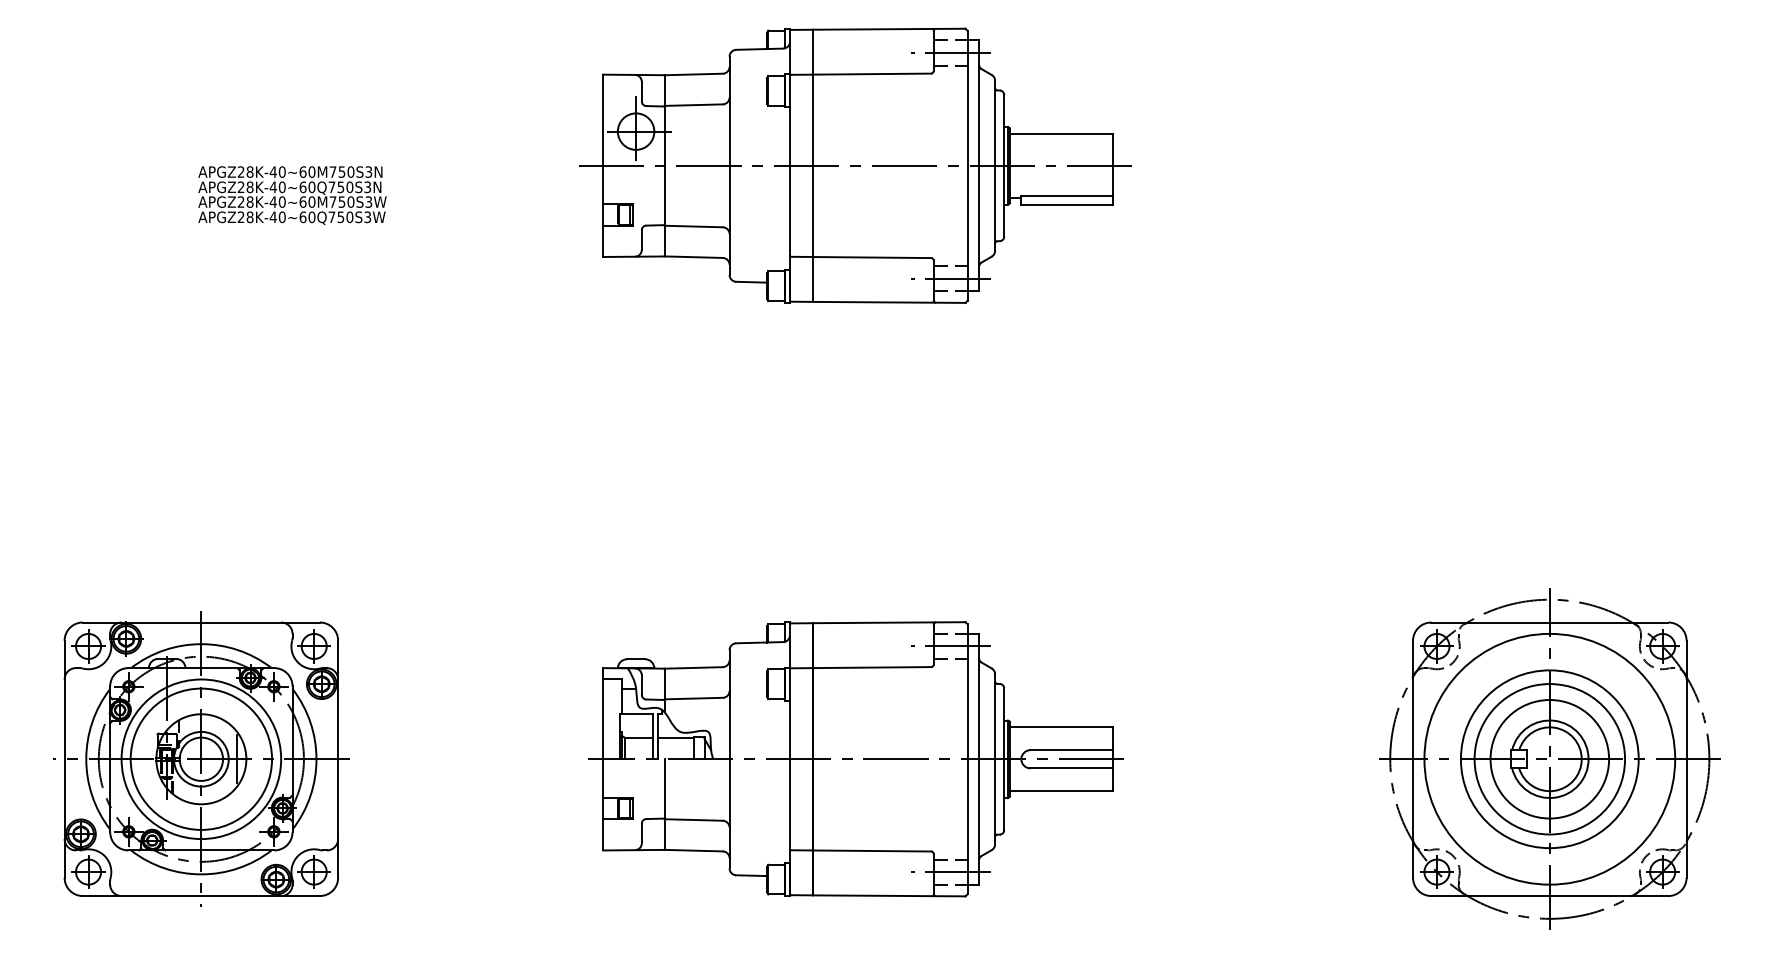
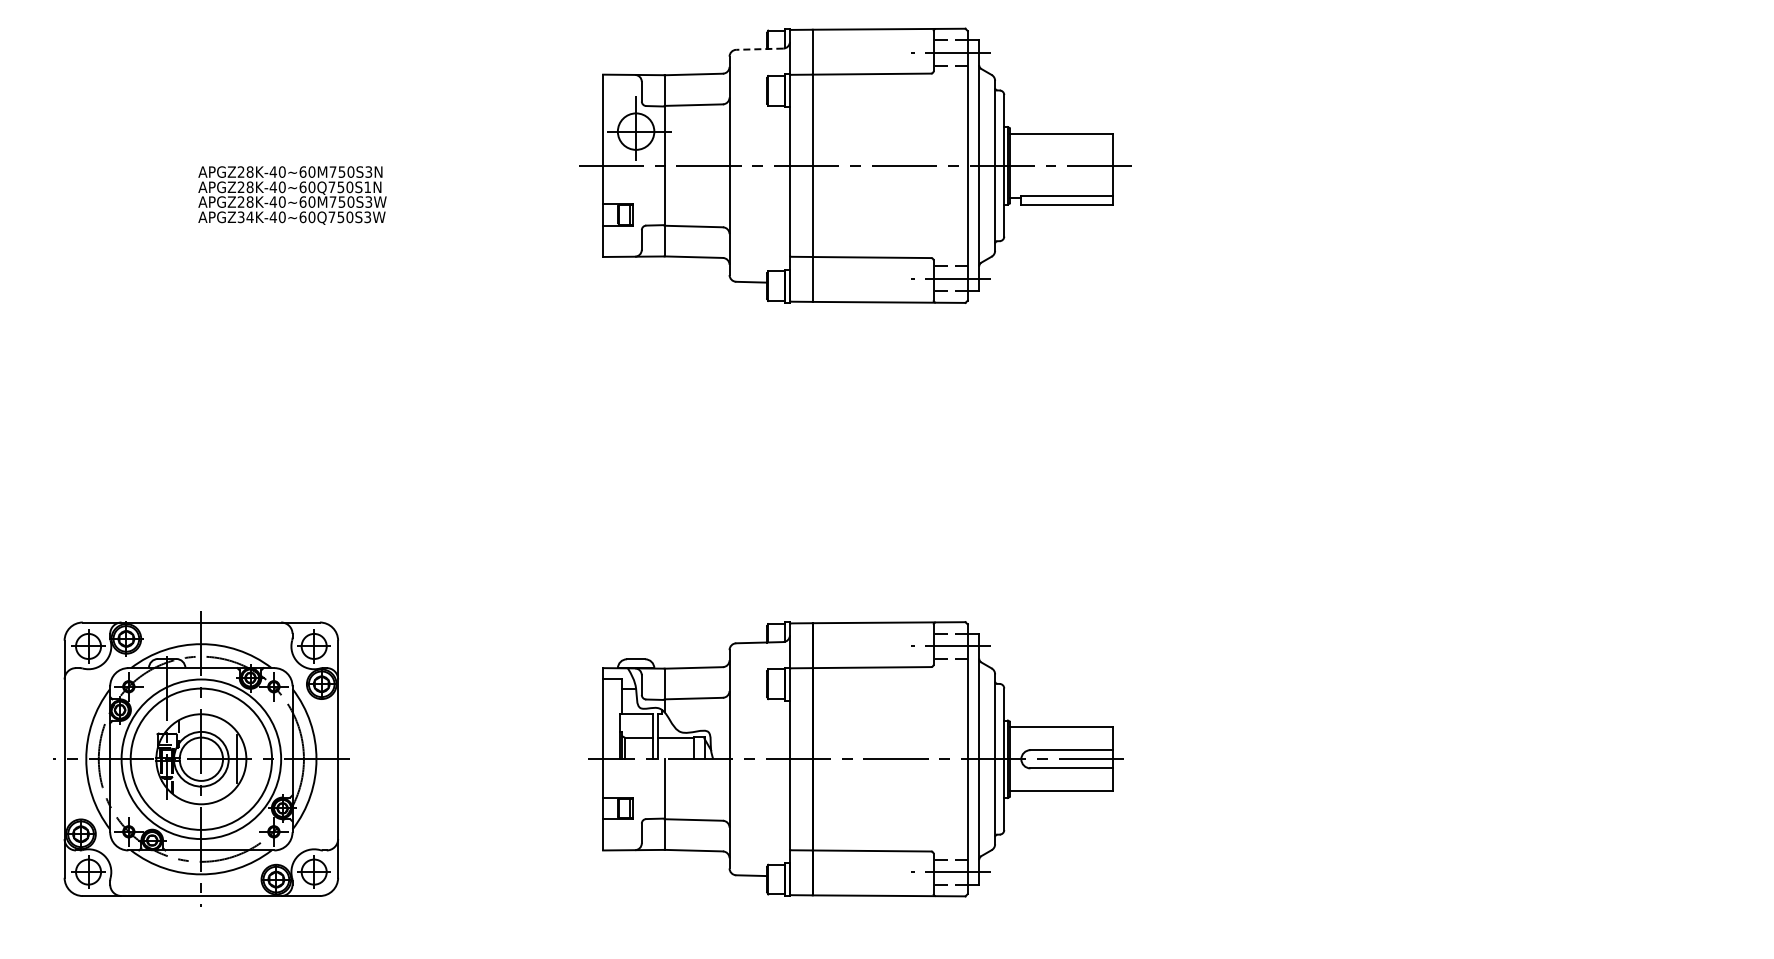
line at (759, 49): solid -> dashed
text at (367, 187): APGZ28K-40~60Q750S3N -> APGZ28K-40~60Q750S1N
text at (245, 217): APGZ28K-40~60Q750S3W -> APGZ34K-40~60Q750S3W
part at (1549, 758): present -> none
